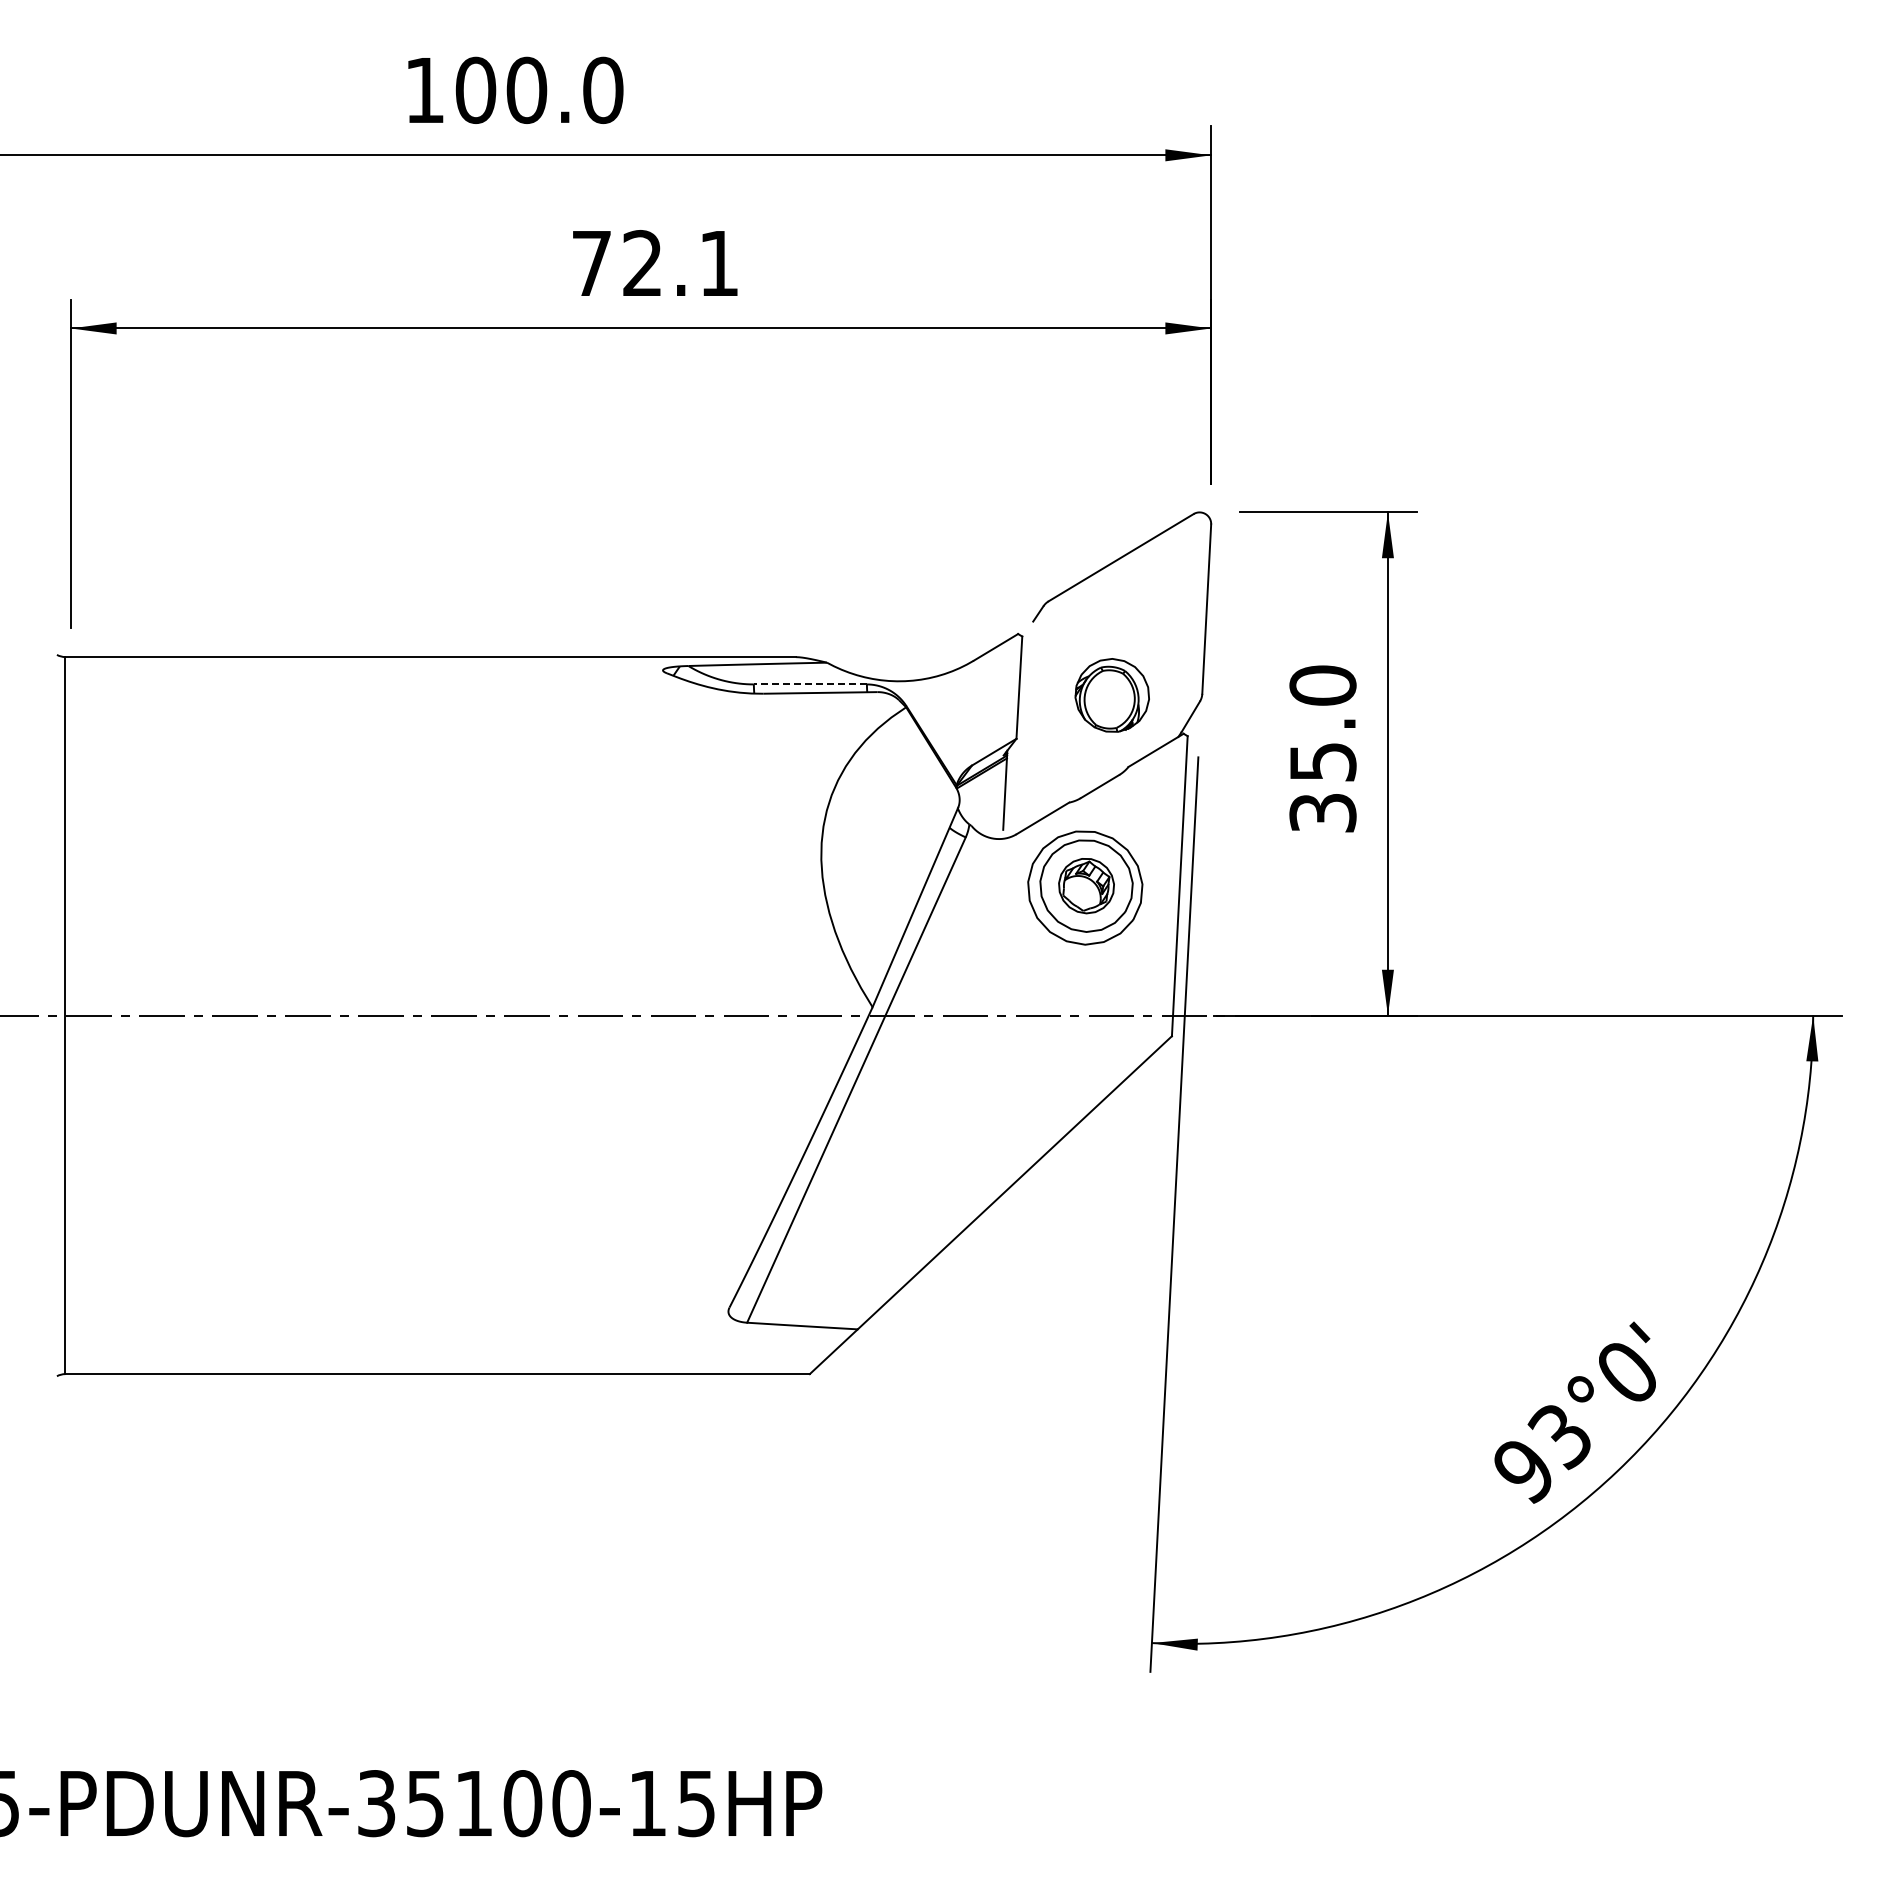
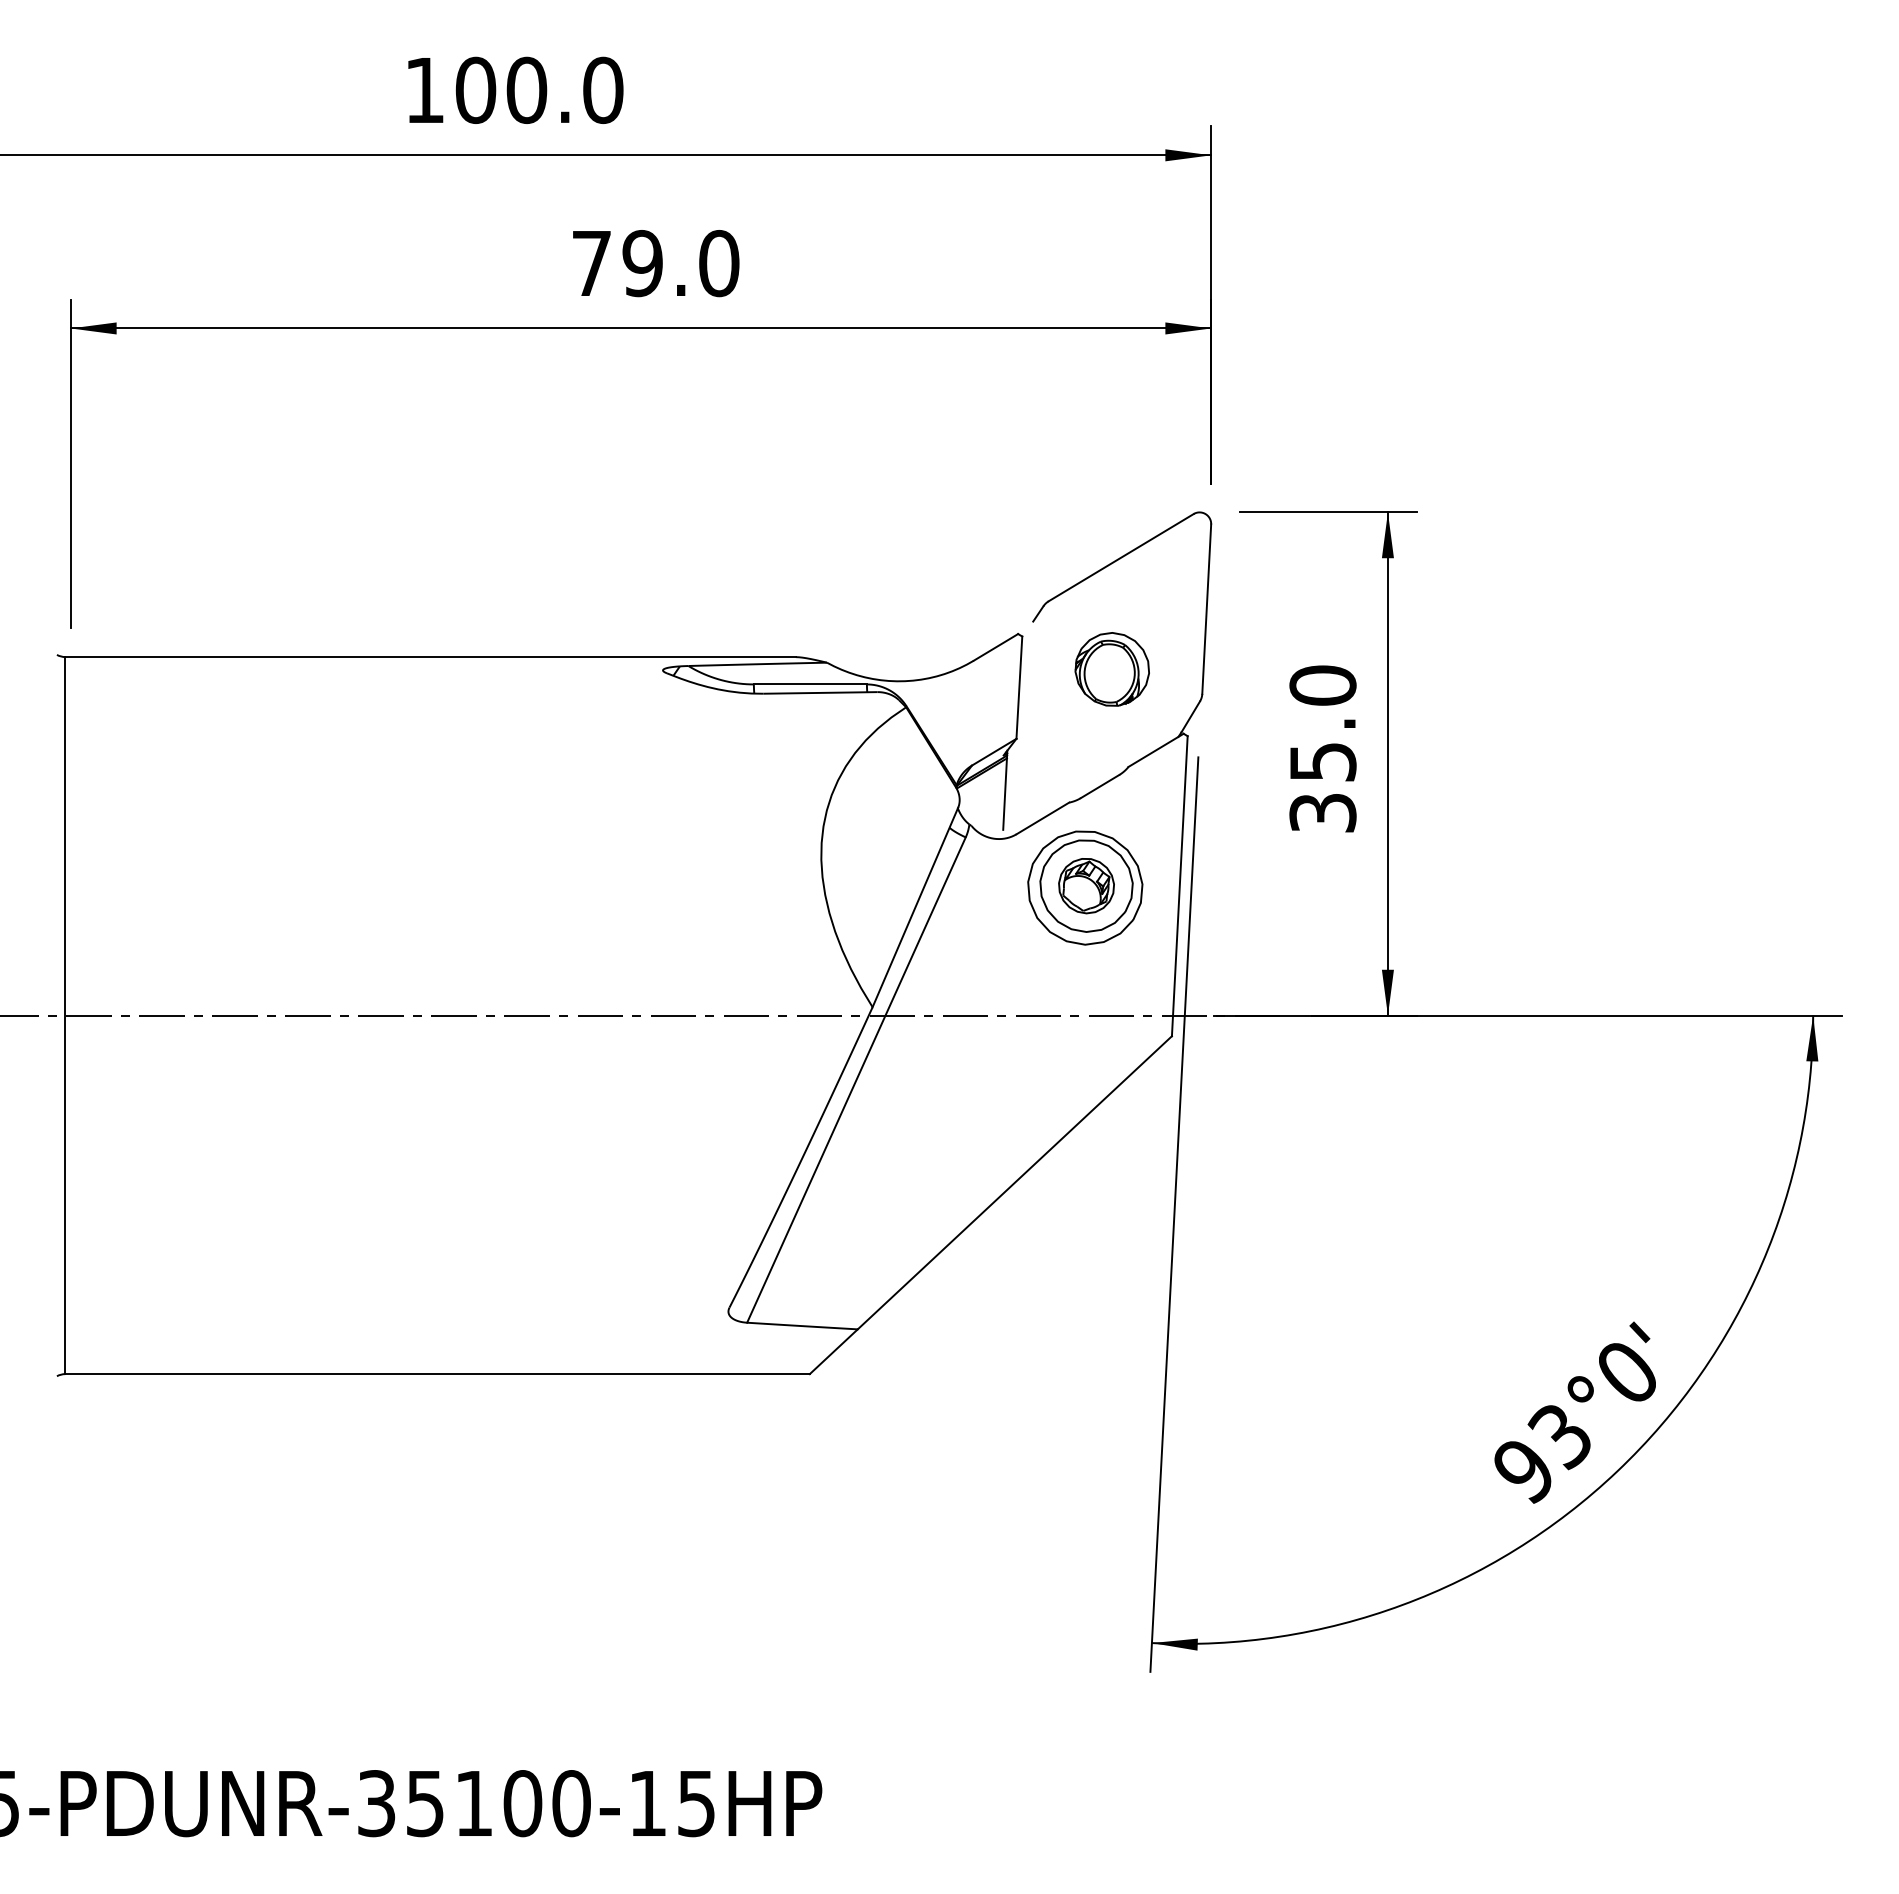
text at (680, 263): 72.1 -> 79.0
line at (810, 684): dashed -> solid
part at (1111, 695) position: (1111, 695) -> (1111, 669)
